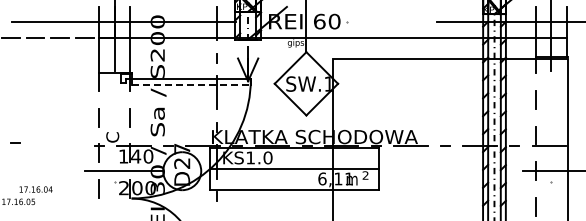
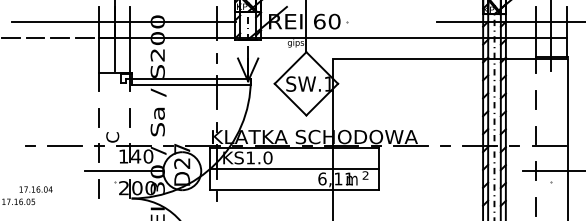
line at (191, 84): dashed -> solid
line at (15, 142) position: (15, 142) -> (30, 145)
line at (64, 146): none -> present
